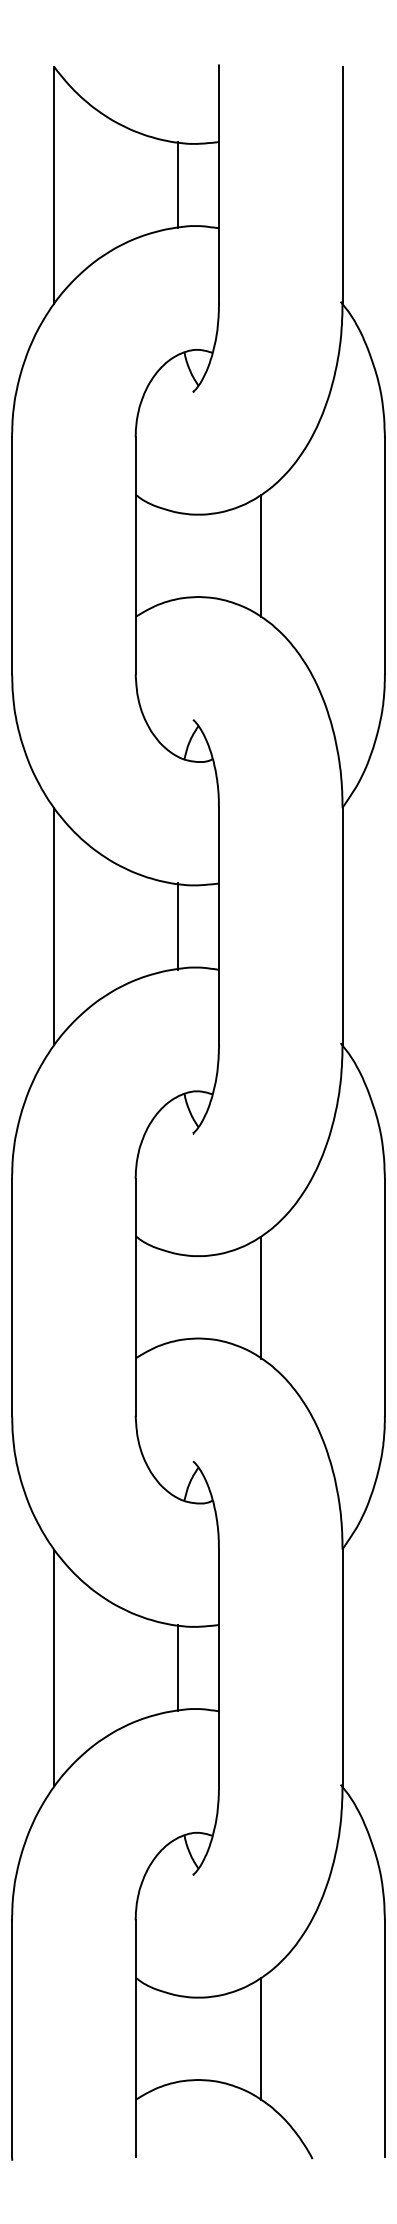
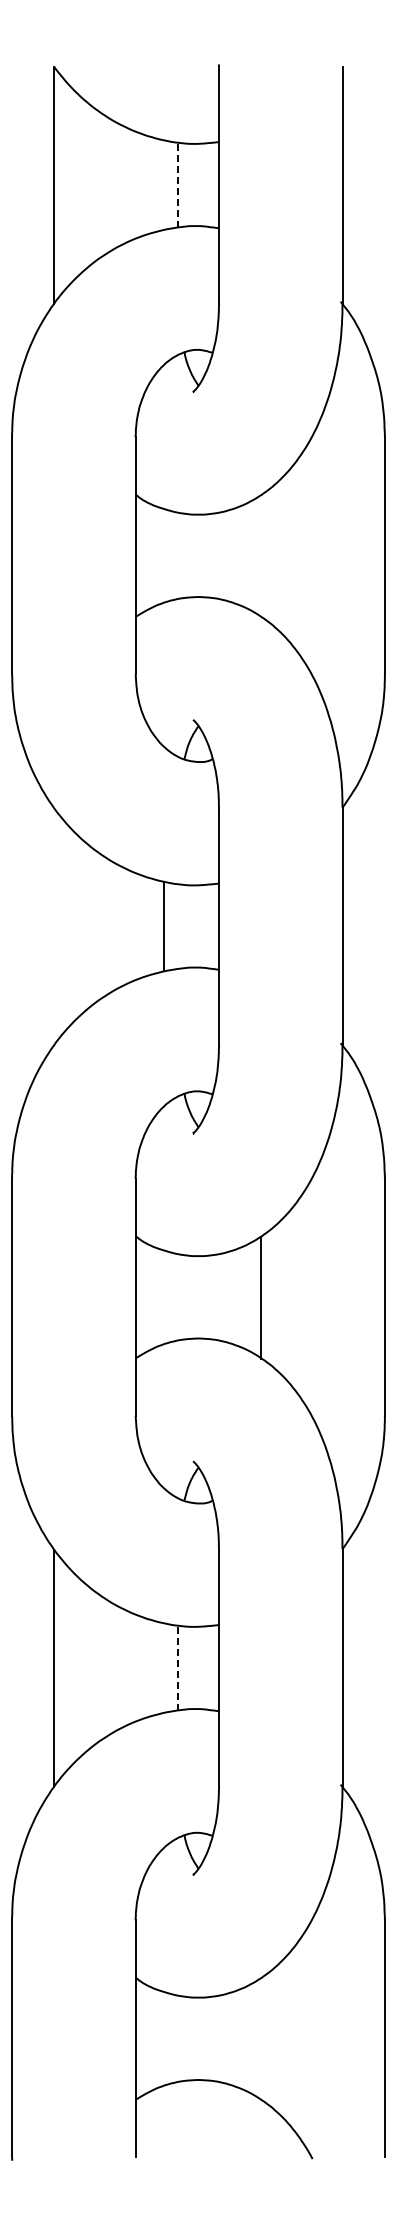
line at (177, 184): solid -> dashed
line at (261, 556): present -> none
line at (54, 926): present -> none
line at (177, 926) position: (177, 926) -> (163, 926)
line at (177, 1667): solid -> dashed
line at (261, 2039): present -> none
